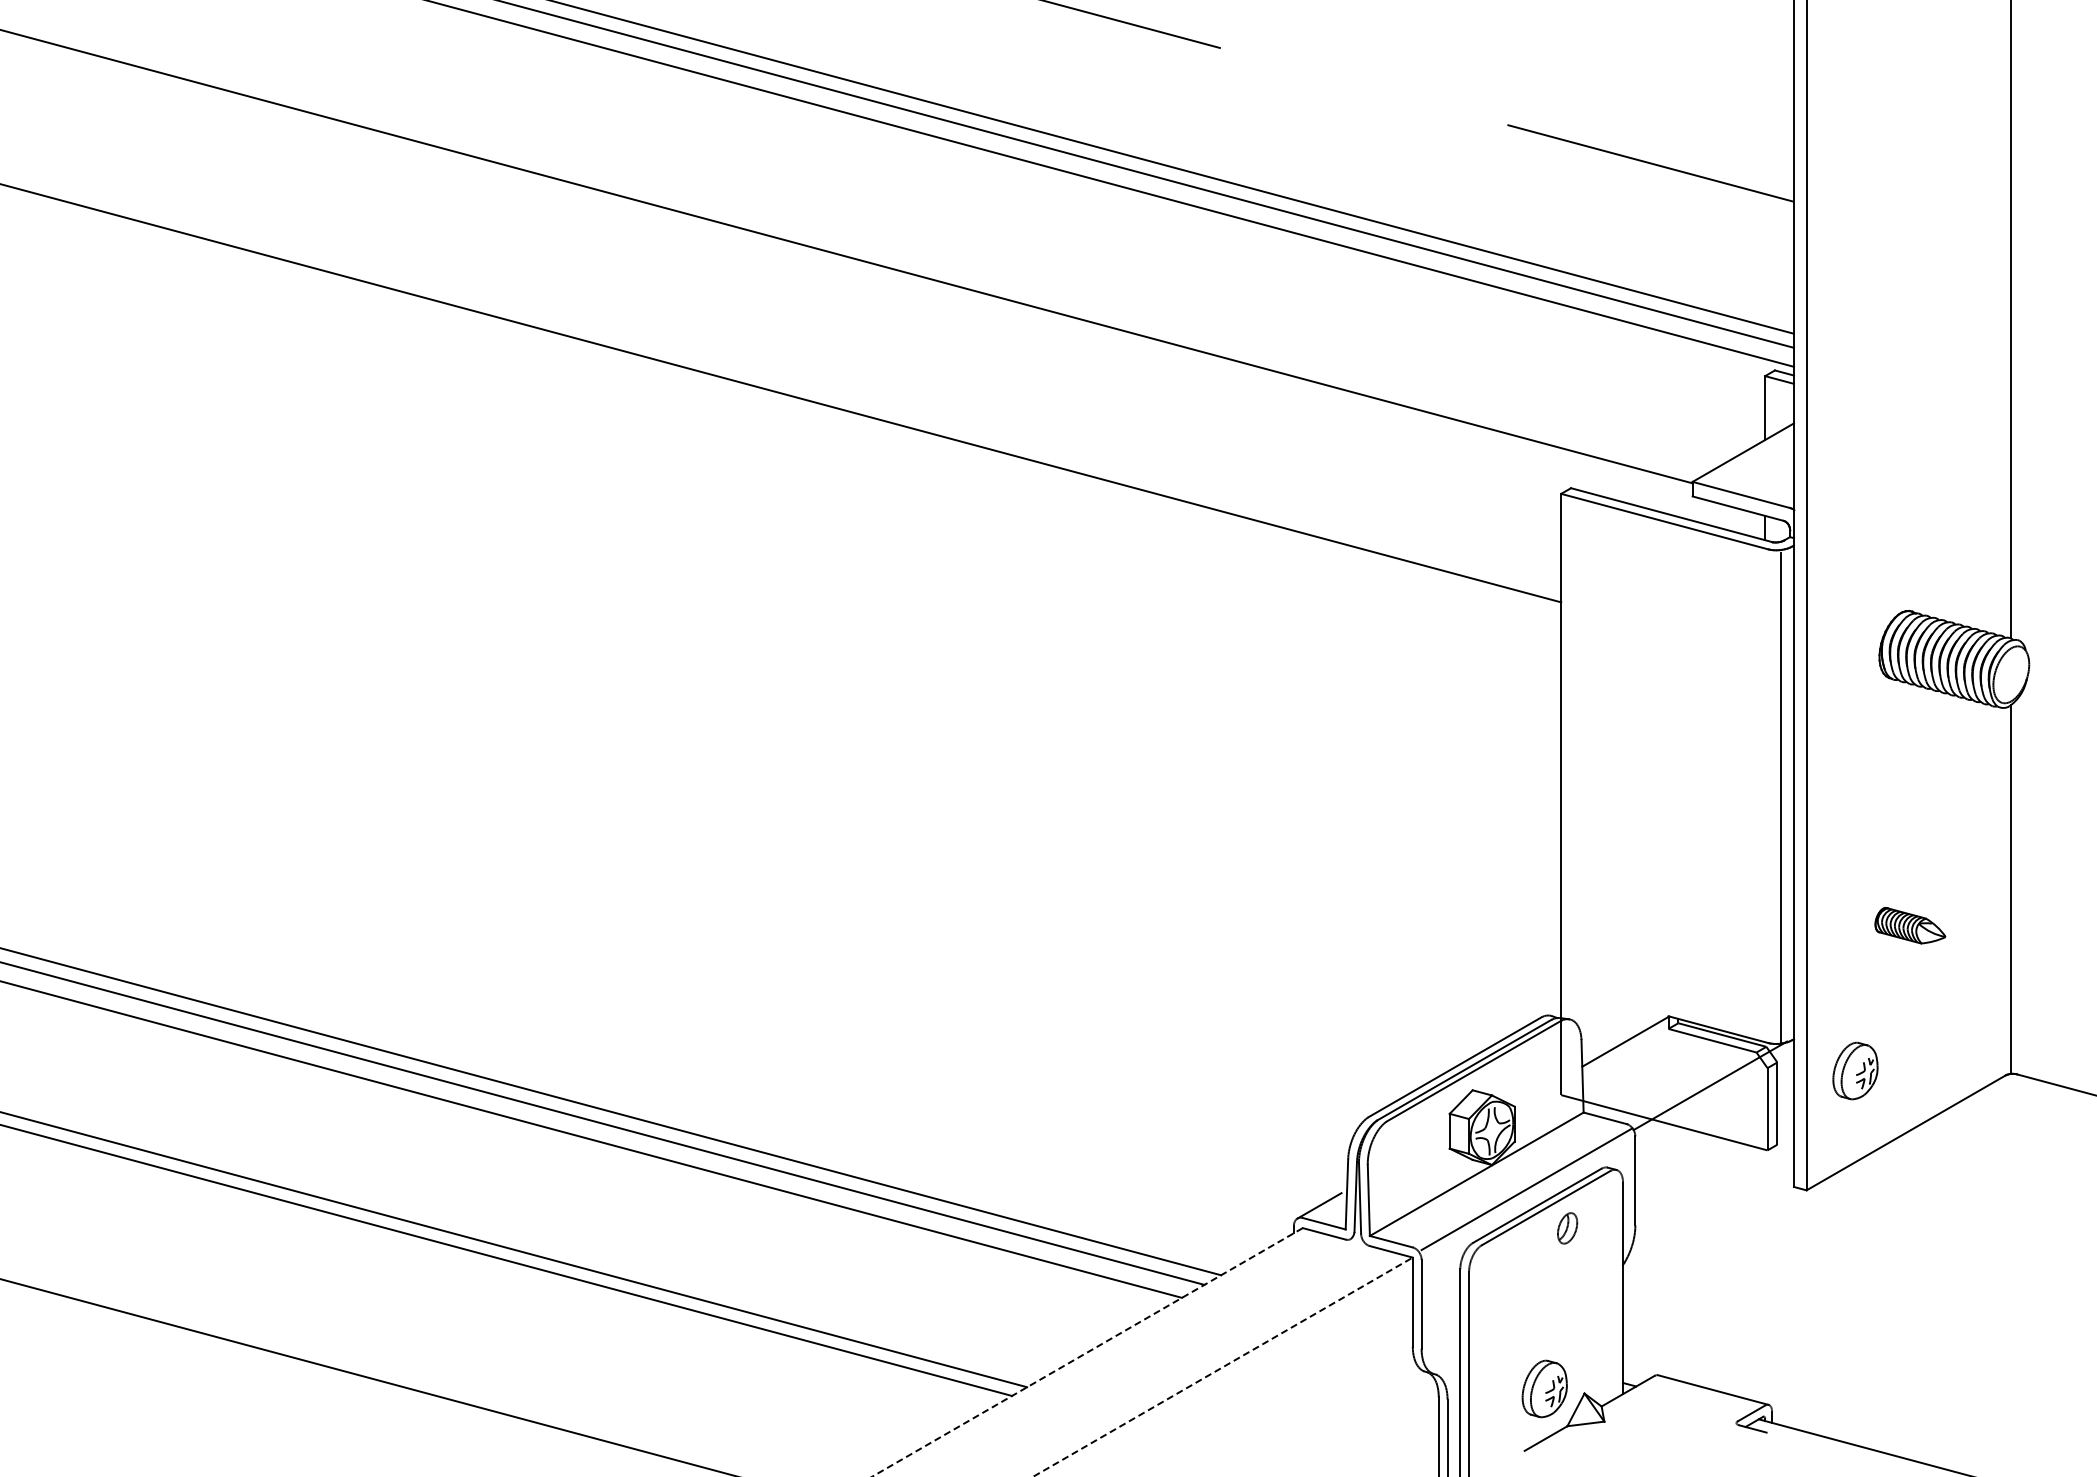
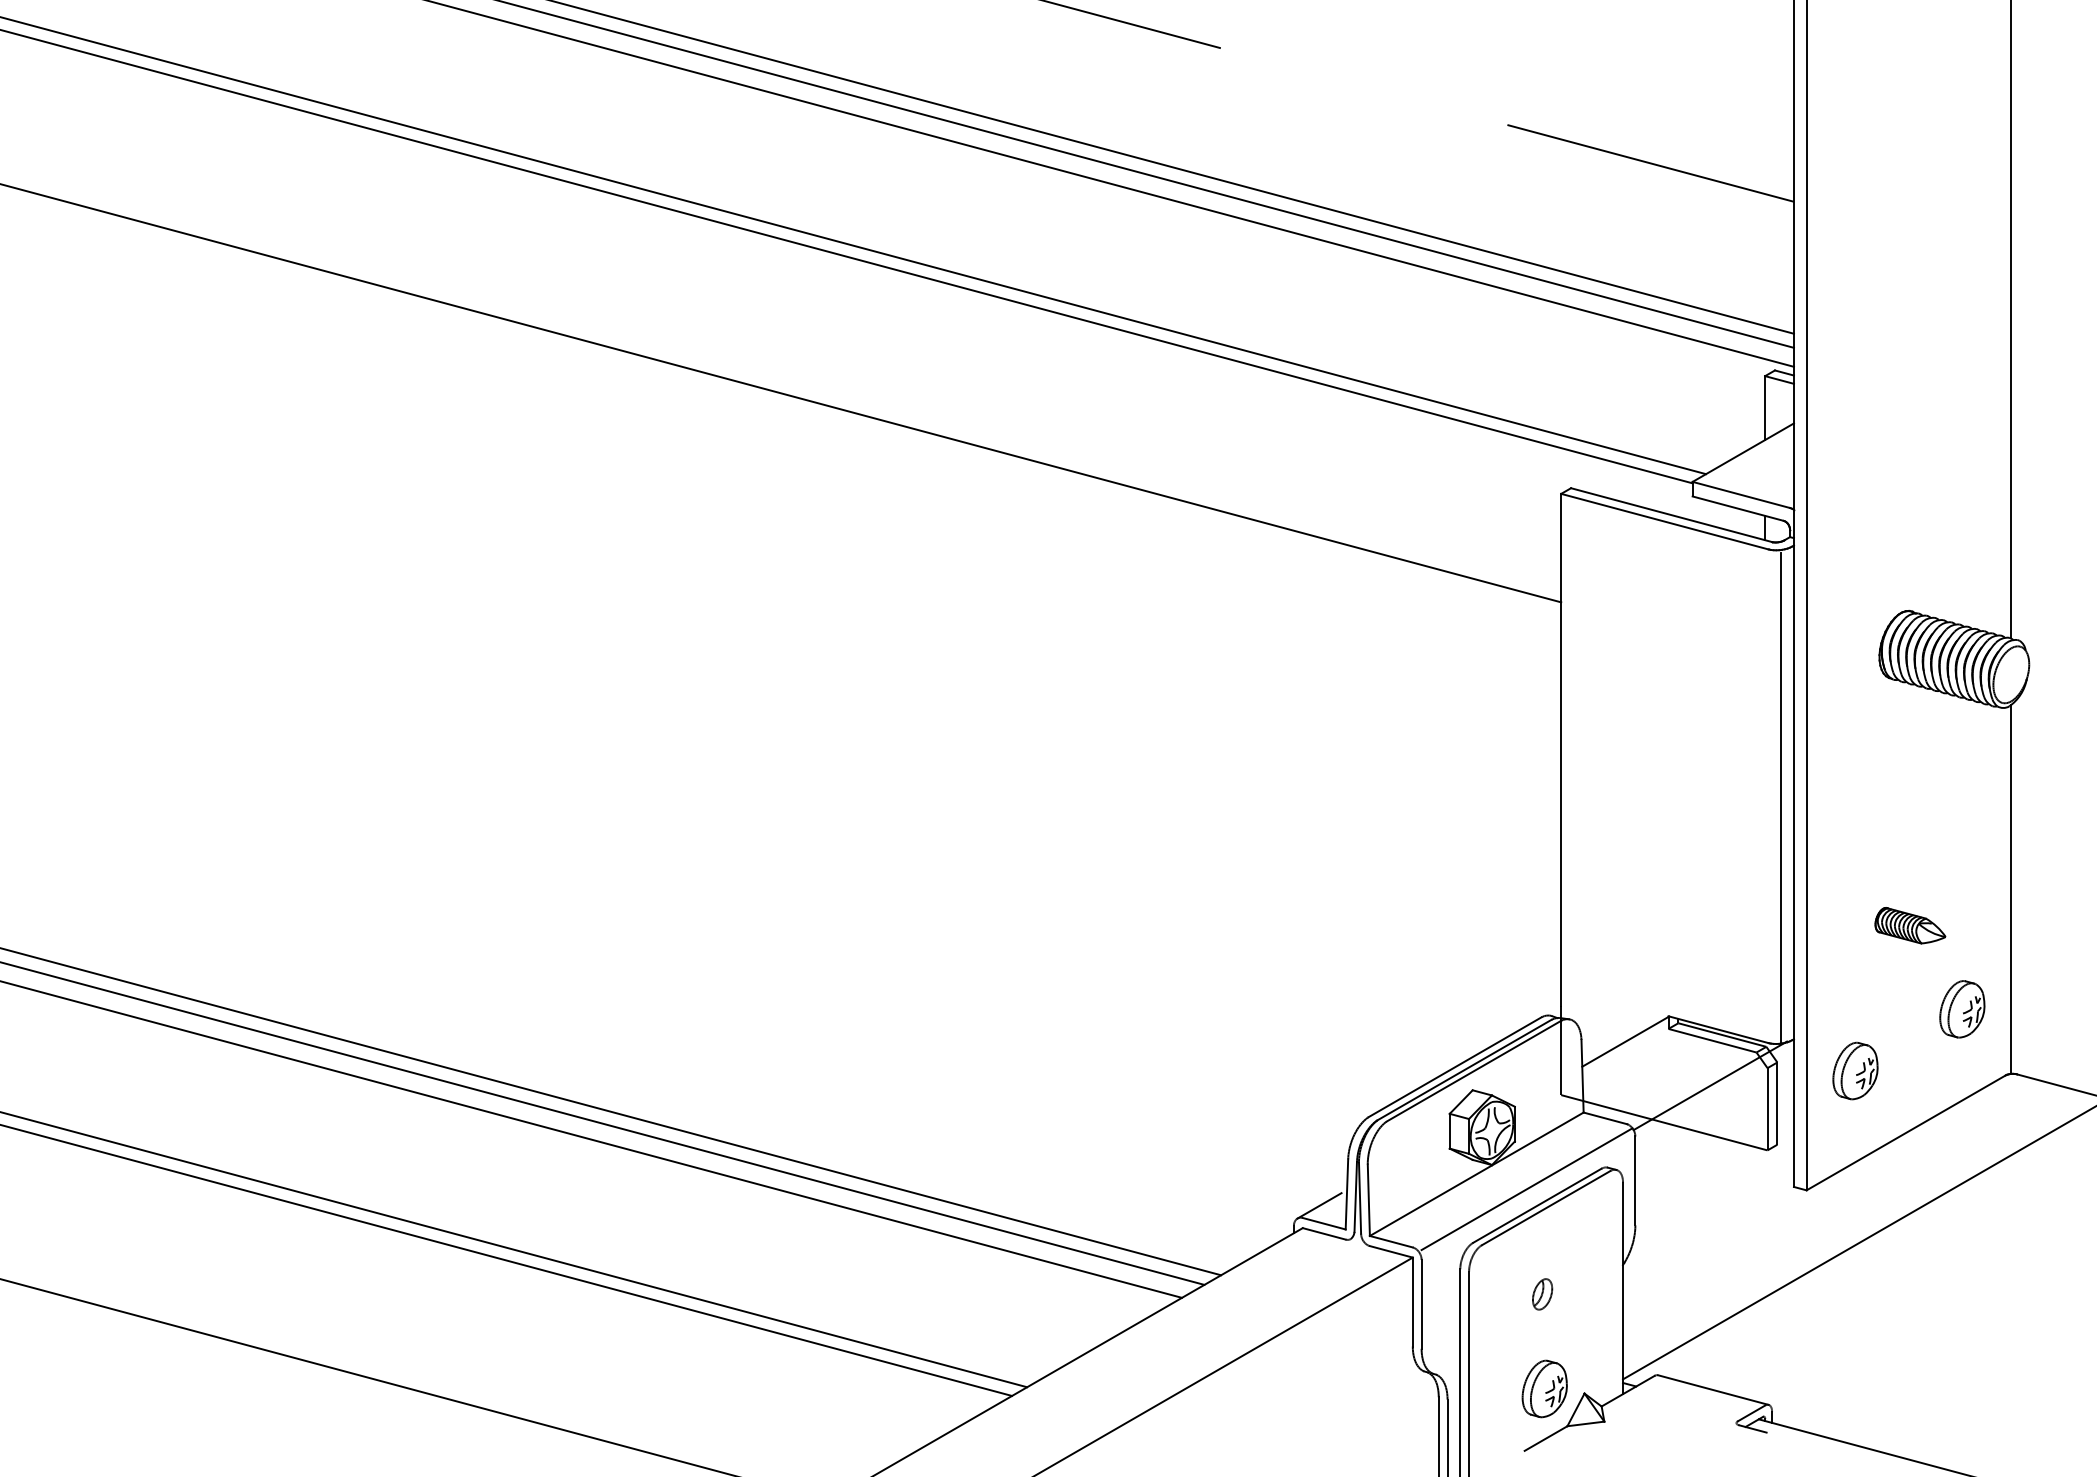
line at (854, 245): none -> present
part at (1962, 1009): none -> present
part at (1567, 1228) position: (1567, 1228) -> (1542, 1294)
line at (1858, 1243): none -> present
line at (1087, 1352): dashed -> solid
line at (1223, 1367): dashed -> solid
